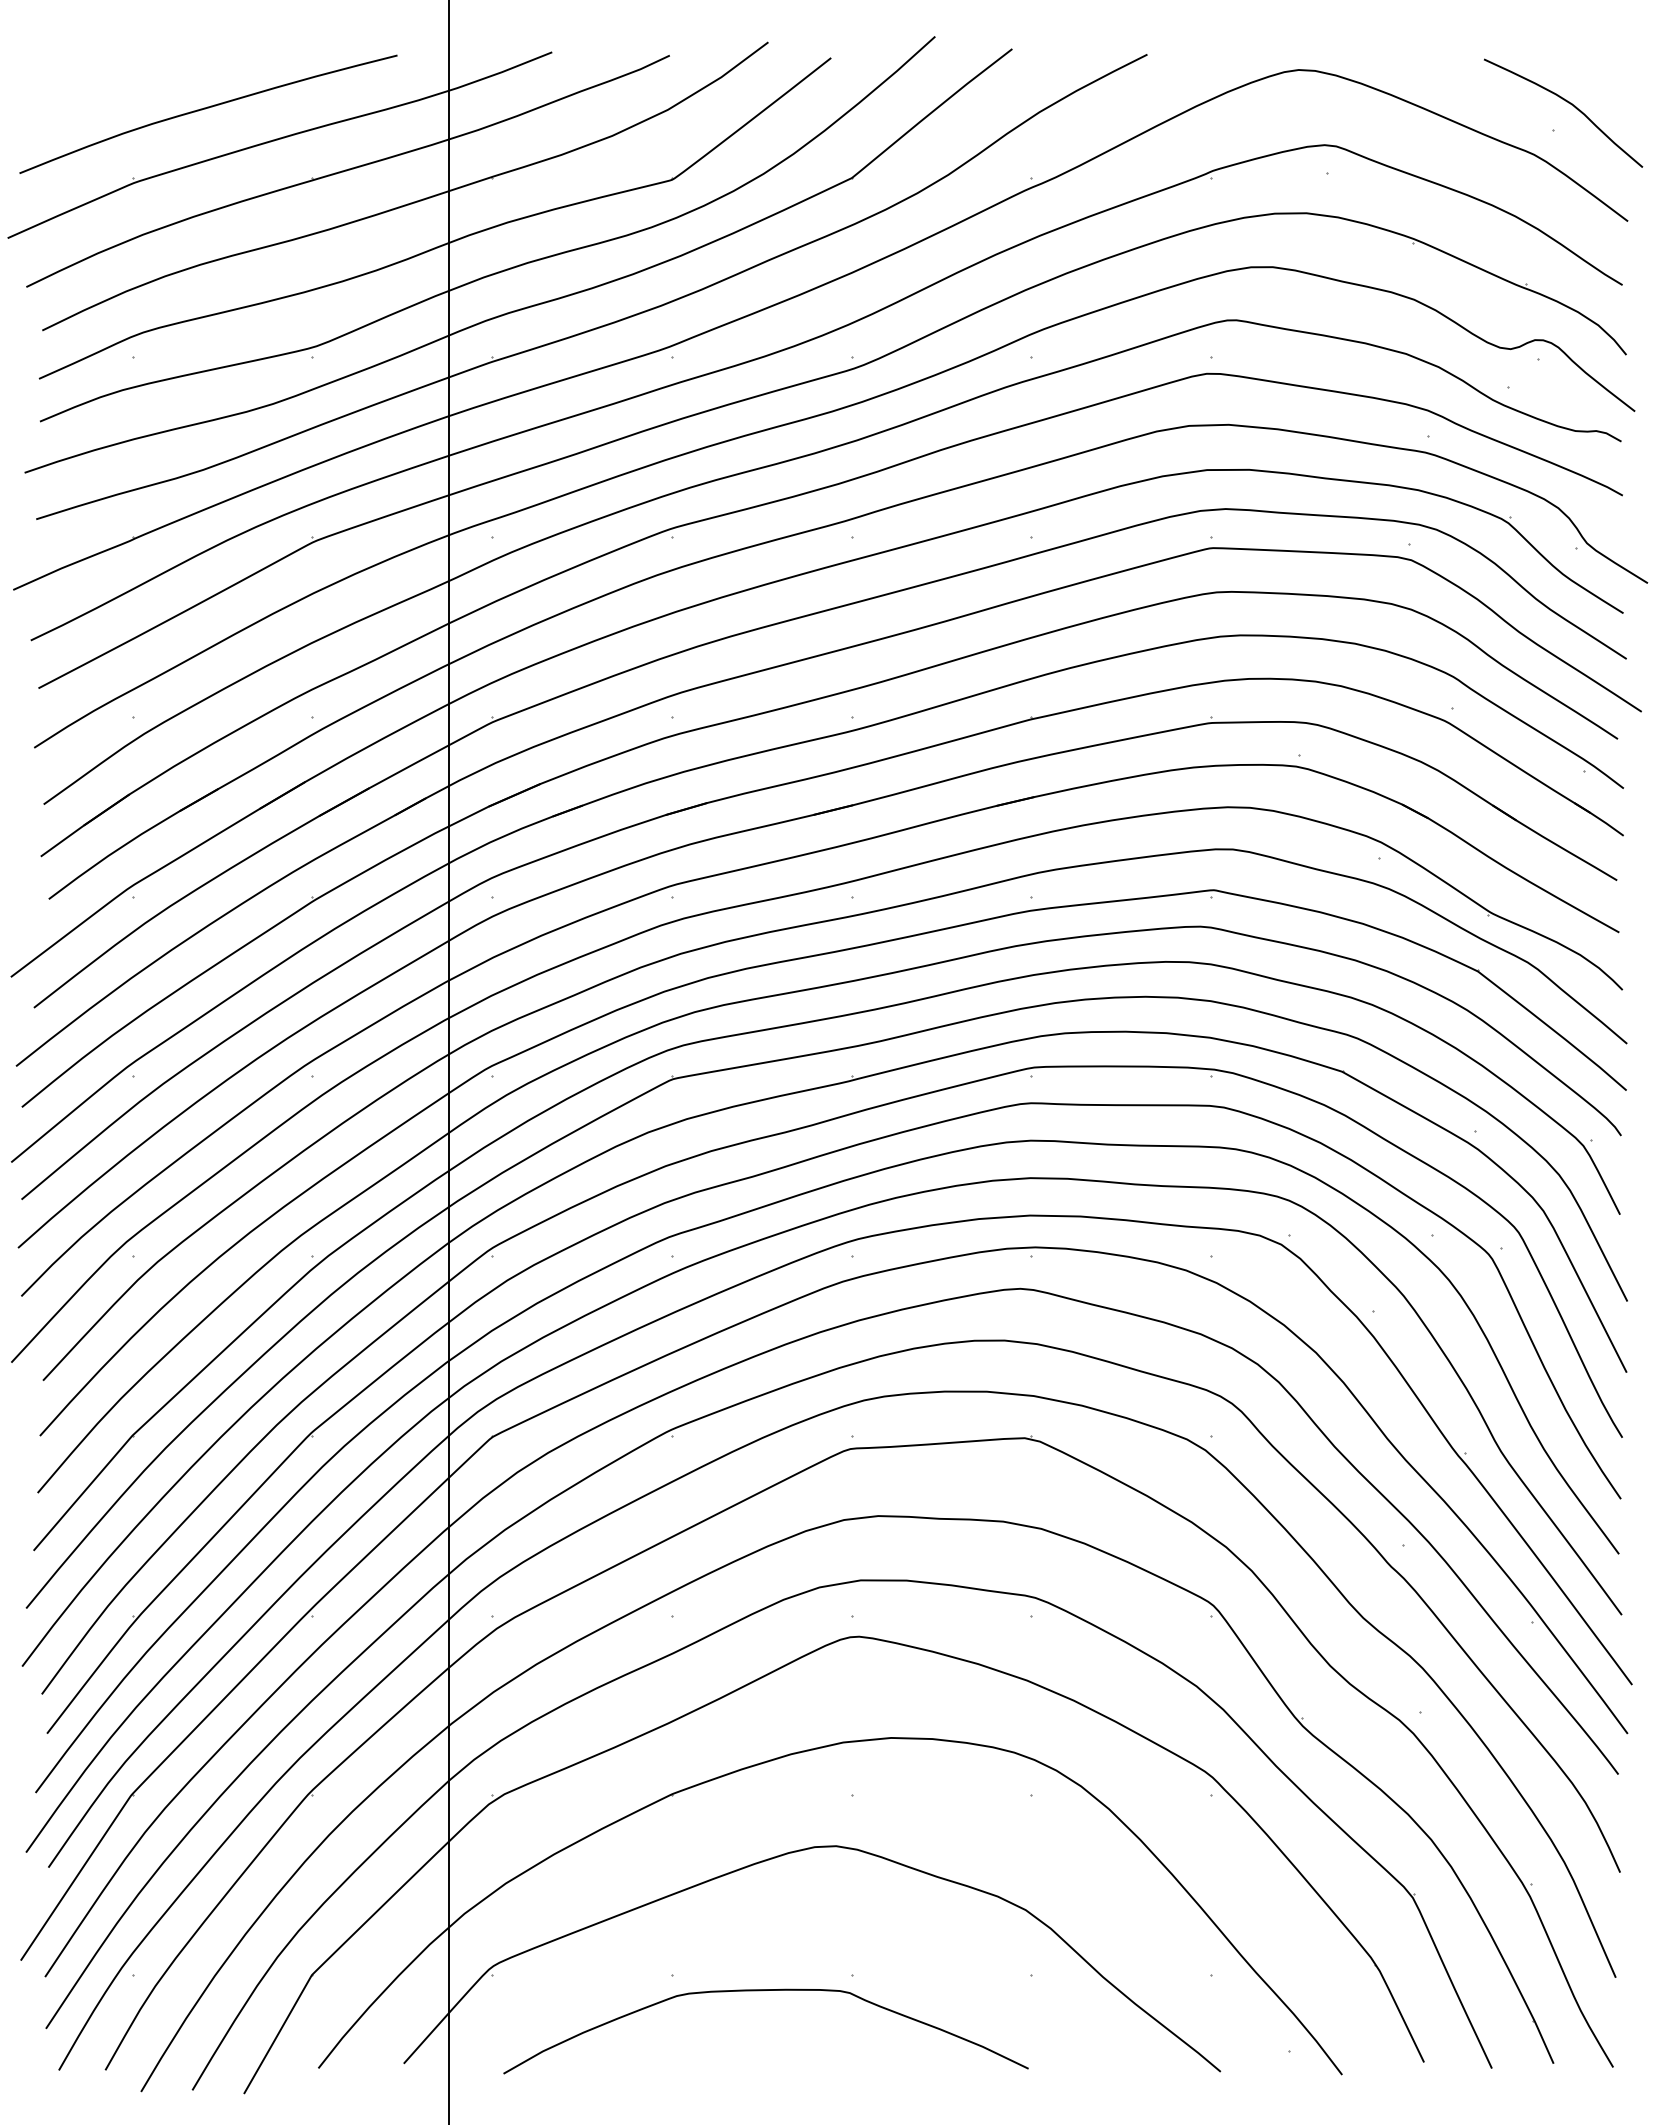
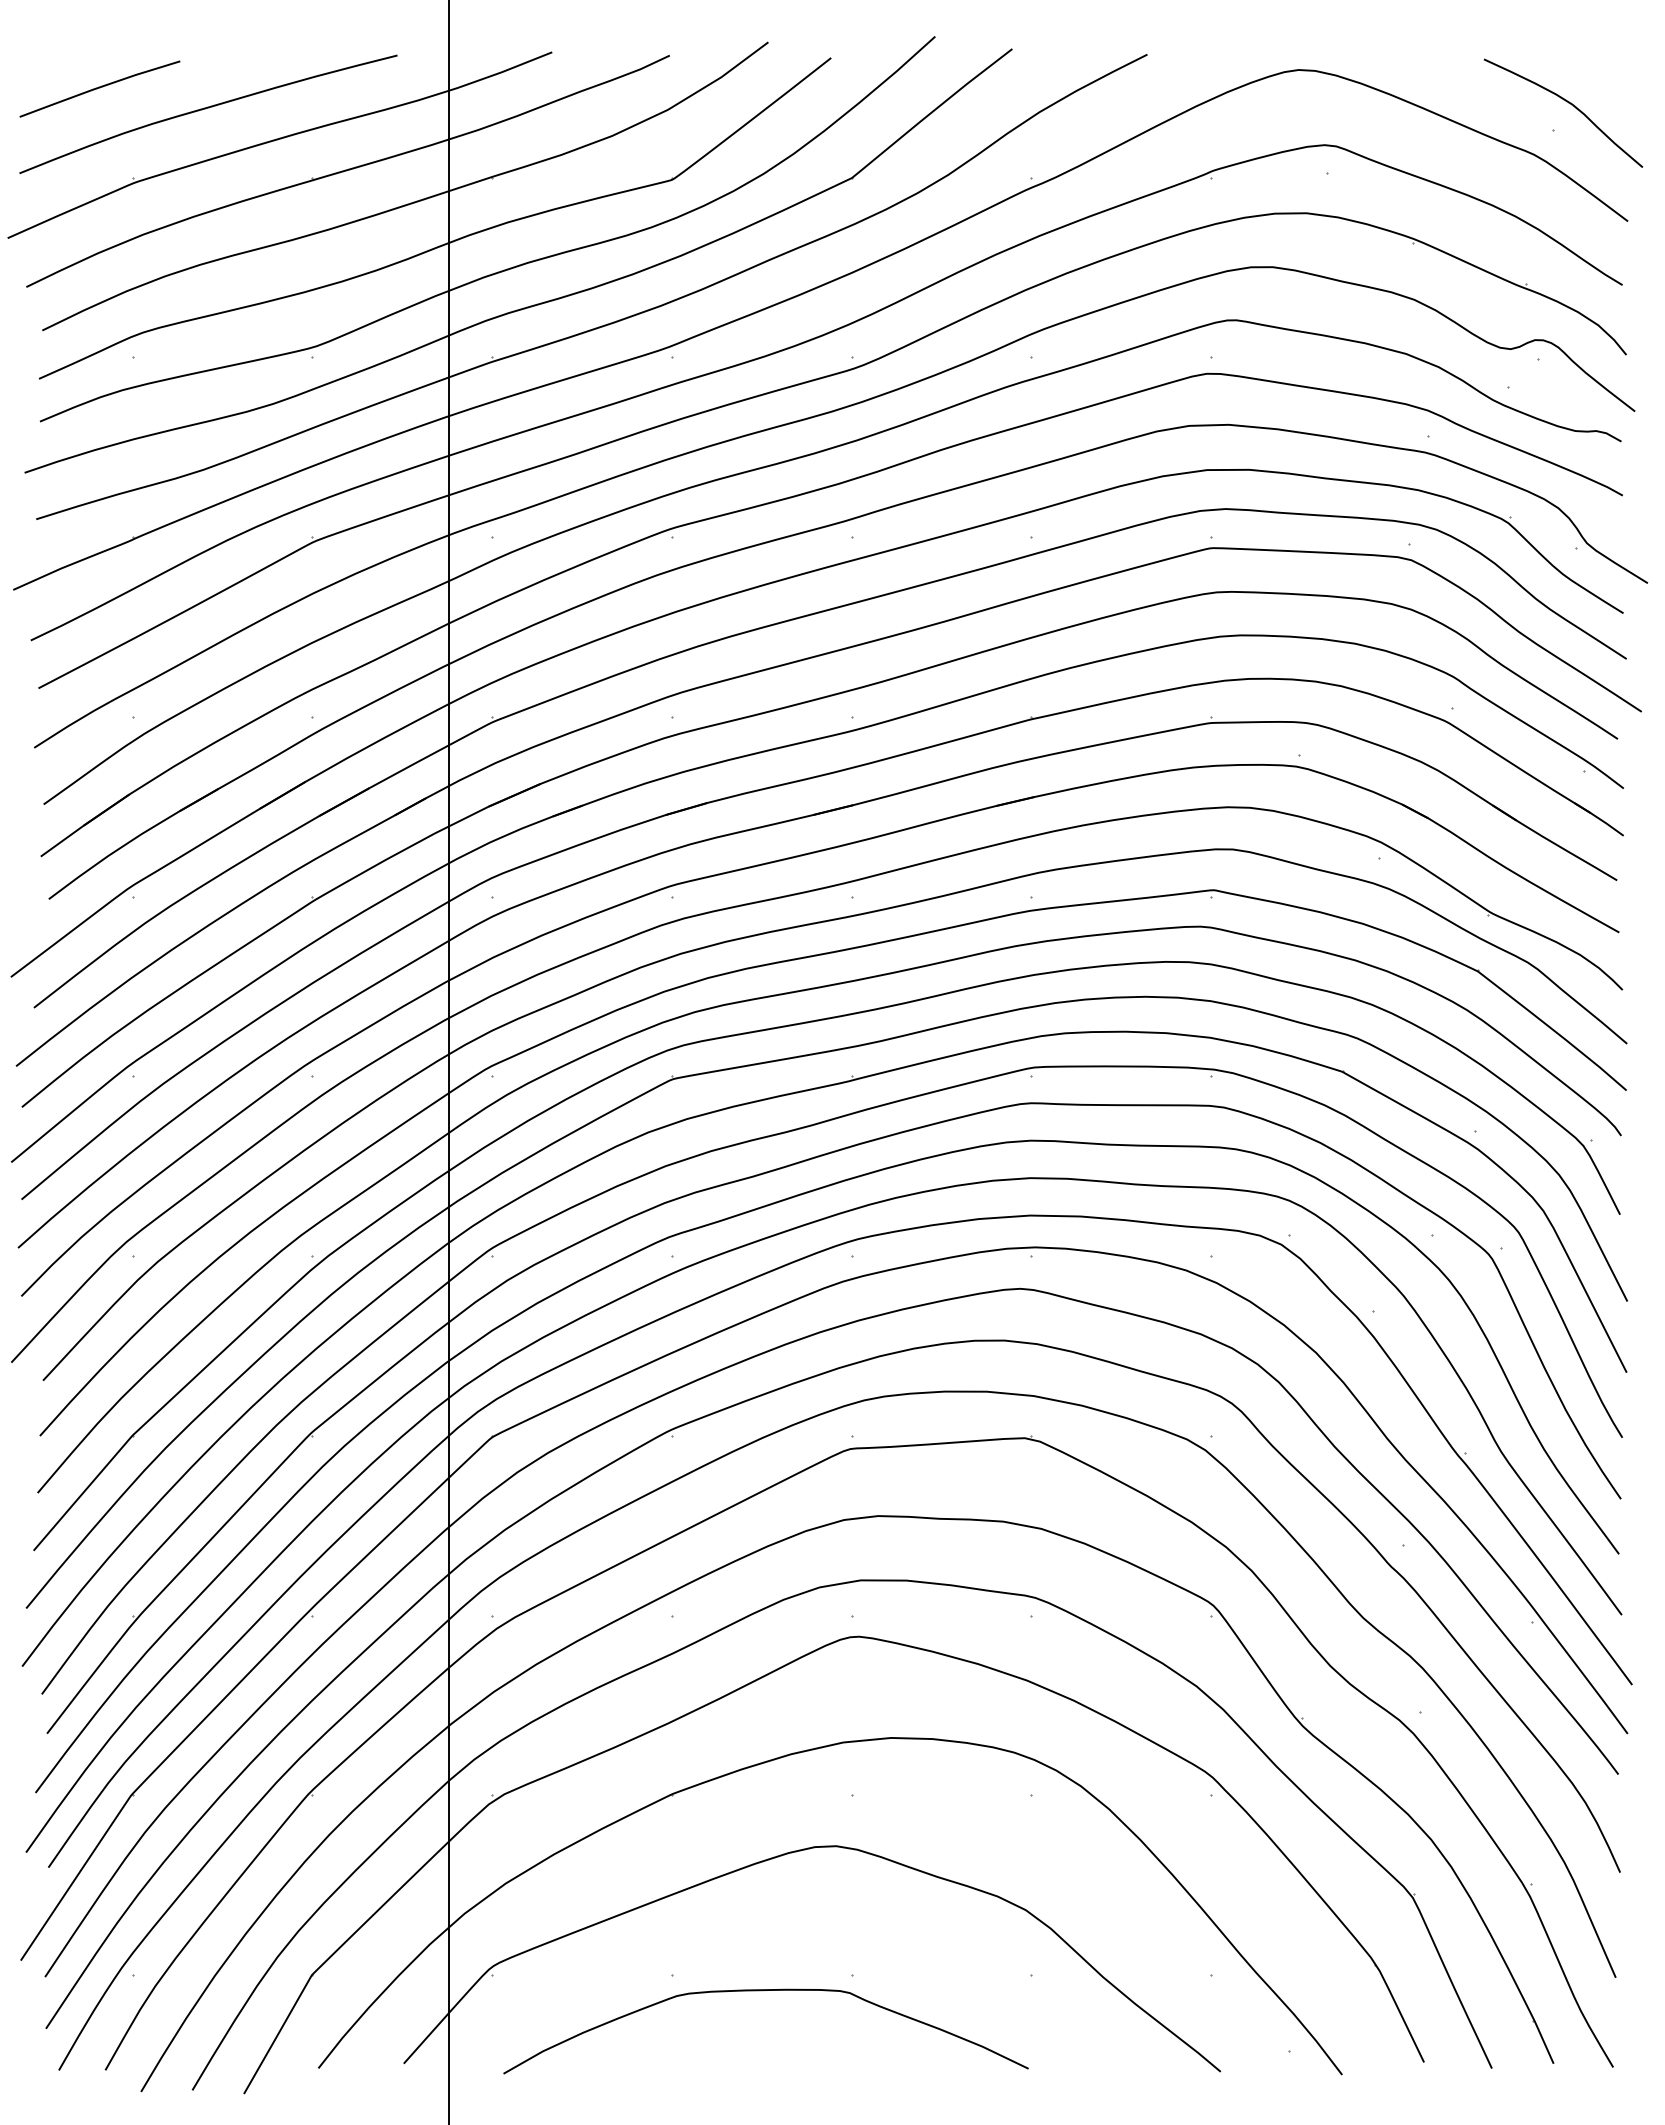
line at (99, 88): none -> present
